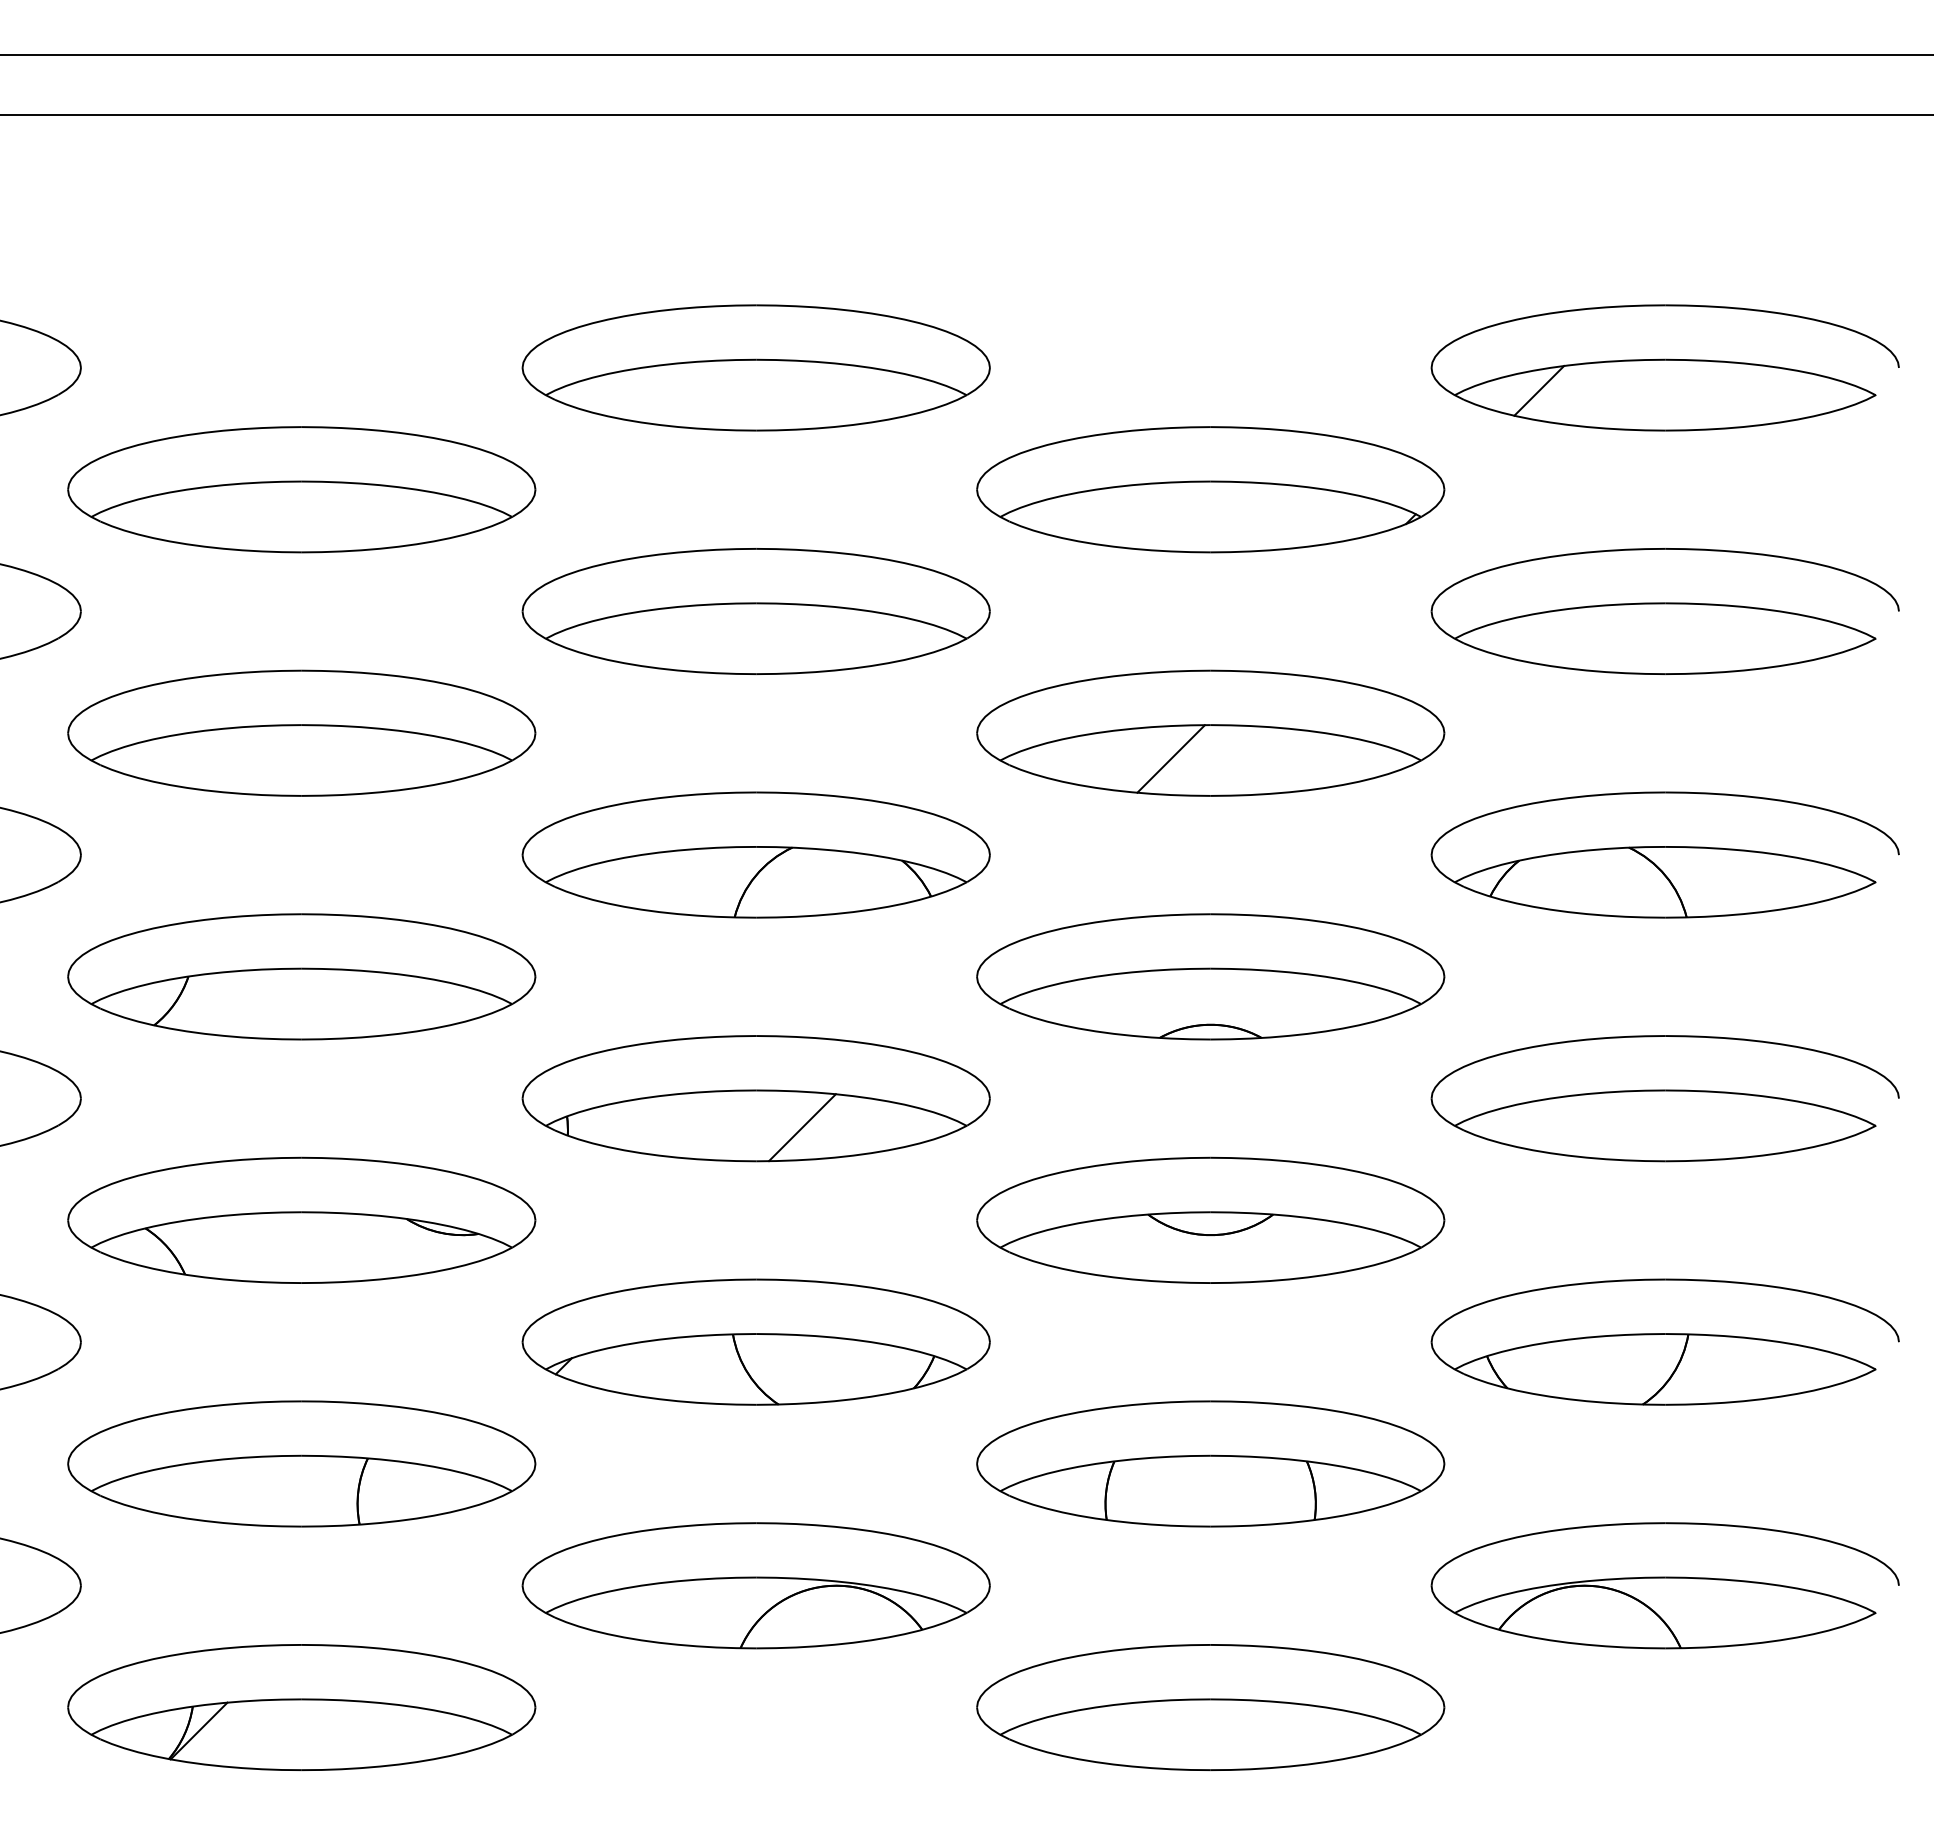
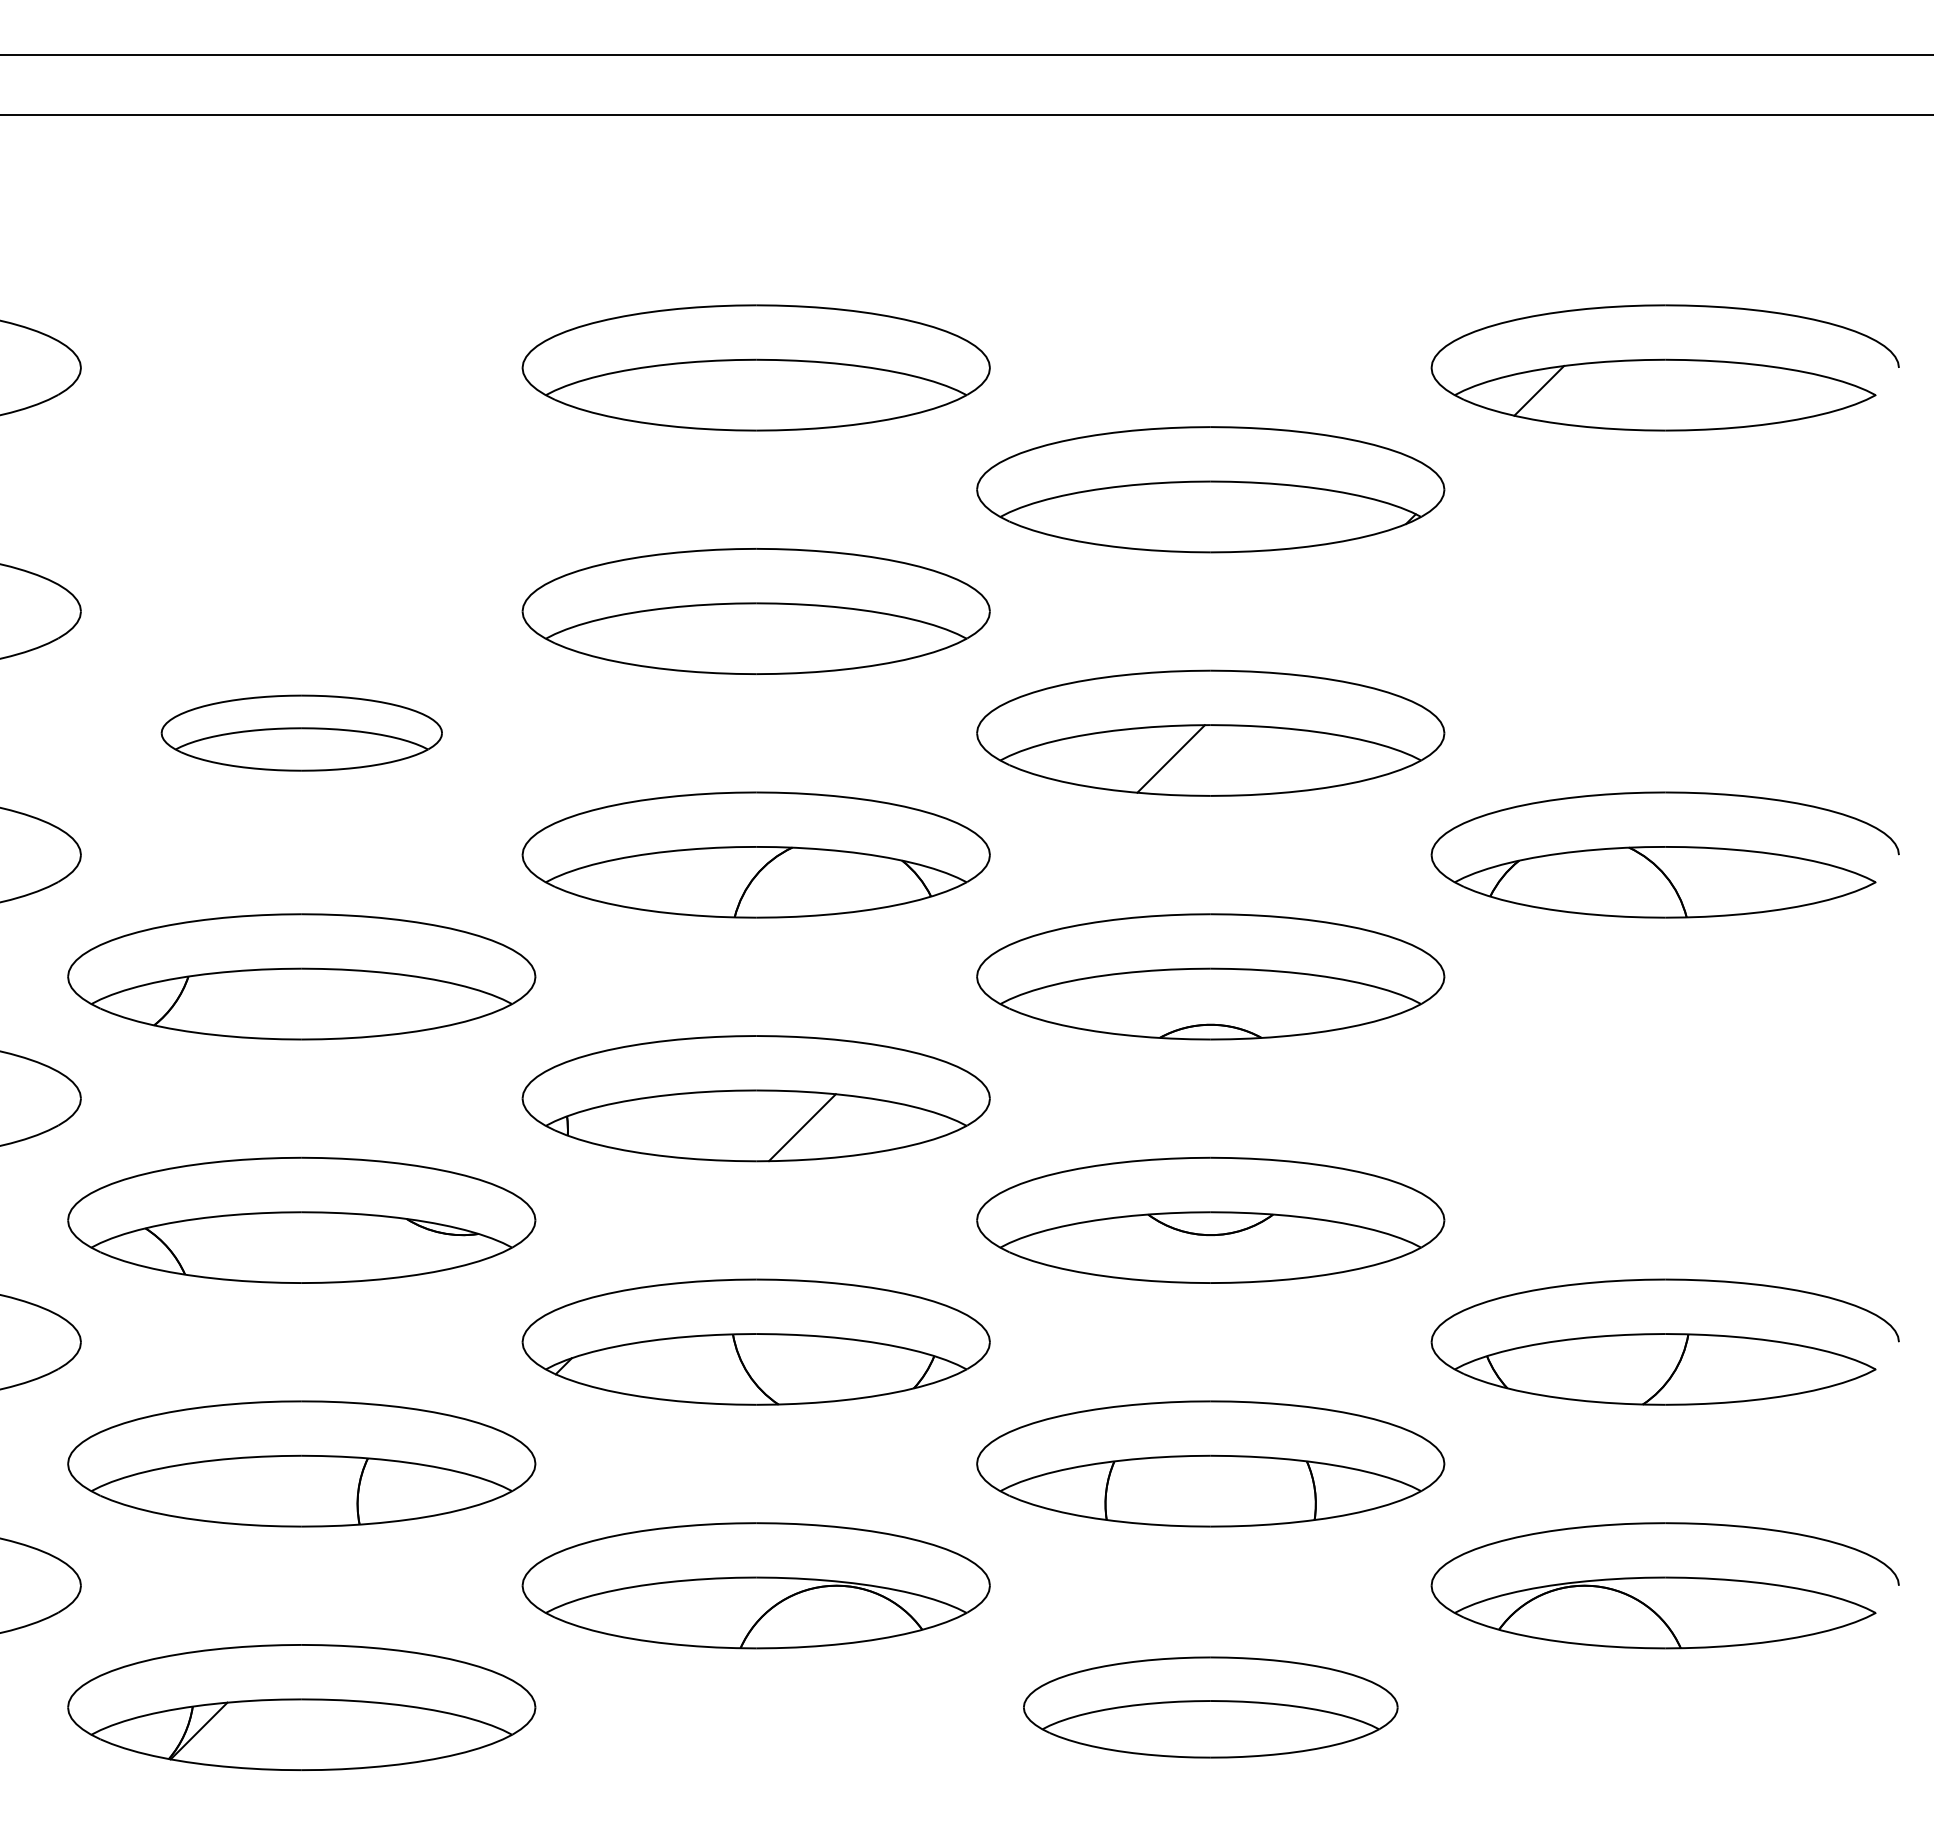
part at (301, 489): present -> none
part at (1664, 611): present -> none
part at (301, 732) size: 470x128 px -> 283x78 px
part at (1664, 1098): present -> none
part at (1210, 1707) size: 470x127 px -> 376x103 px
